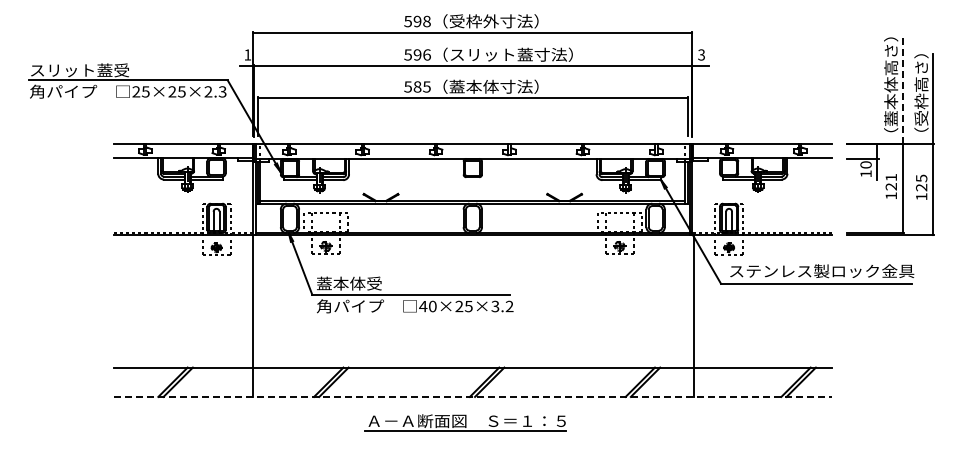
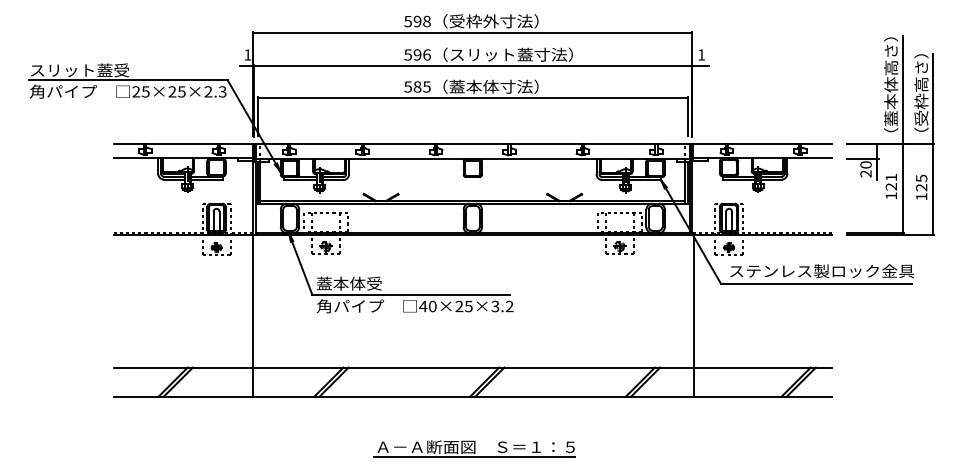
text at (701, 54): 3 -> 1
line at (902, 89): dashed -> solid
text at (865, 173): 10 -> 20
line at (473, 396): dashed -> solid
part at (465, 422) position: (465, 422) -> (474, 448)
